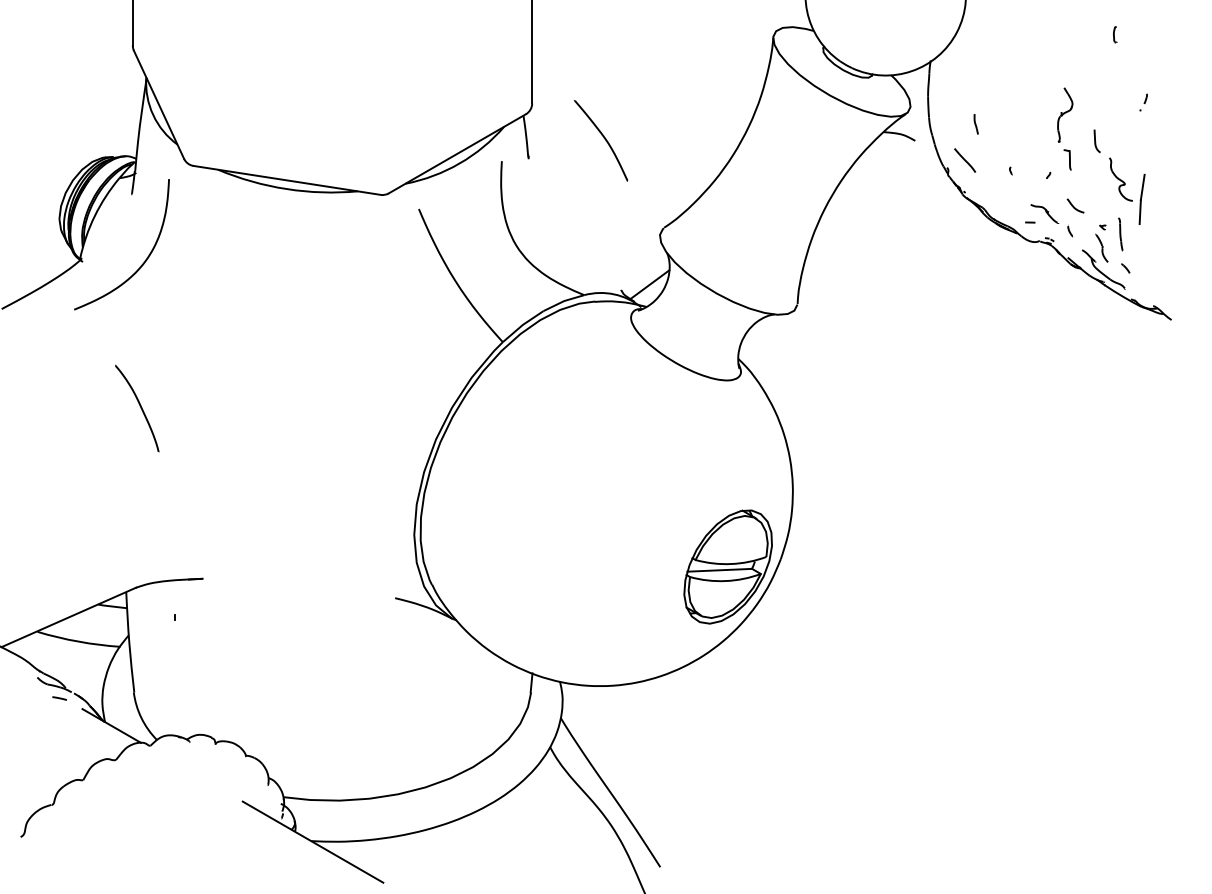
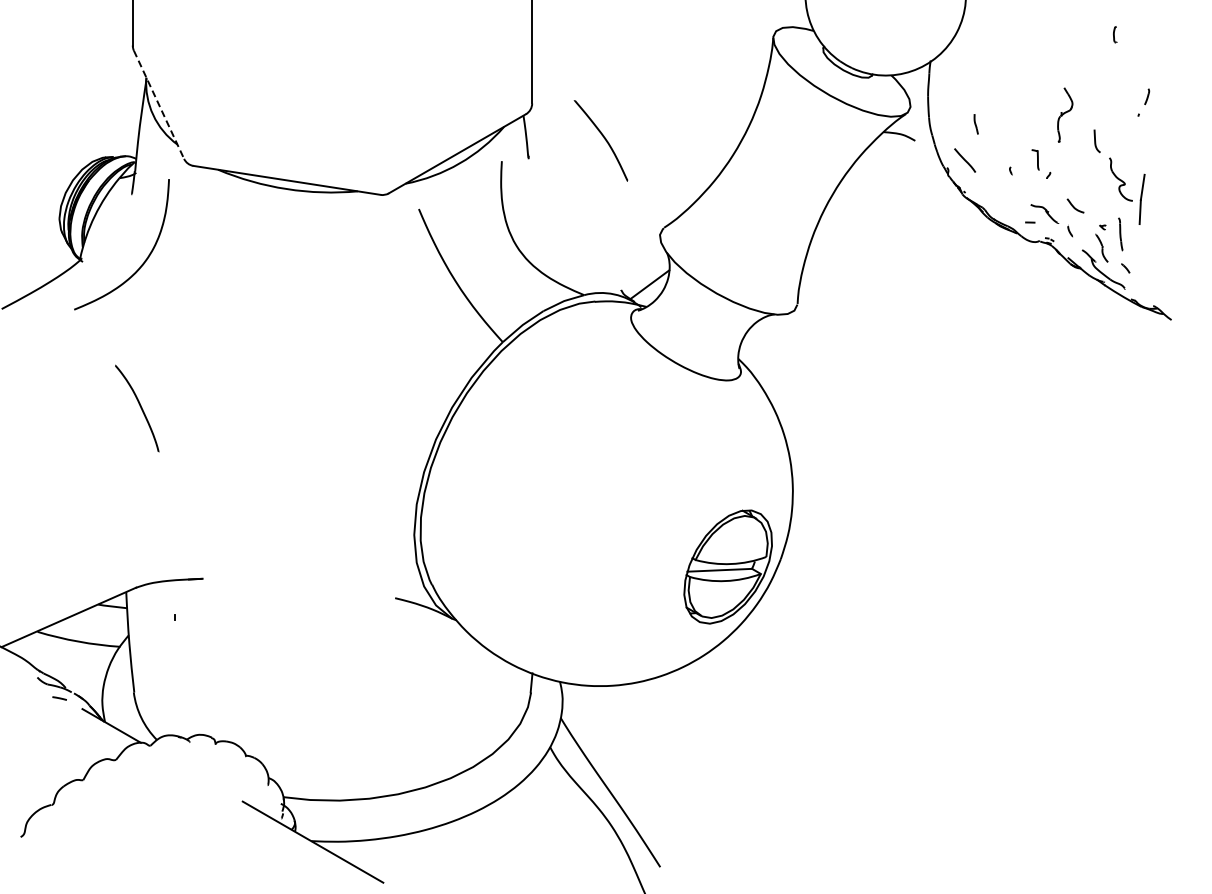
part at (1143, 102) size: 9x19 px -> 14x29 px
line at (159, 104): solid -> dashed
part at (1067, 159) position: (1067, 159) -> (1035, 159)
